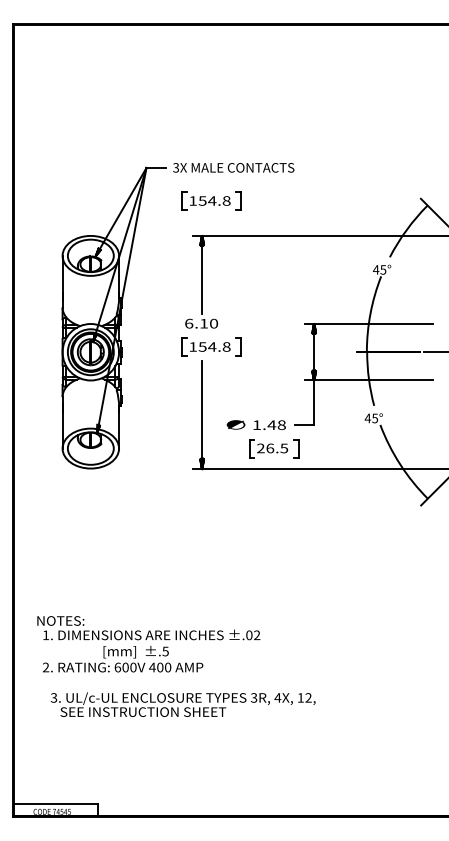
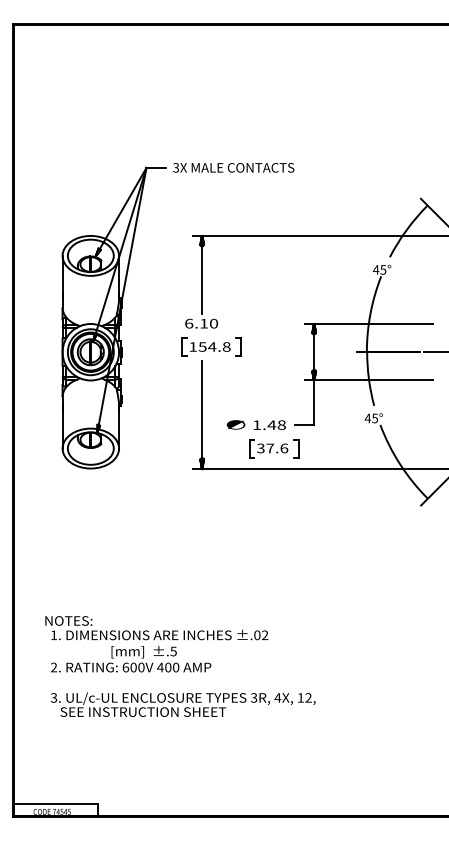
part at (211, 200): present -> none
text at (272, 448): 26.5 -> 37.6
text at (148, 644) position: (148, 644) -> (156, 644)
